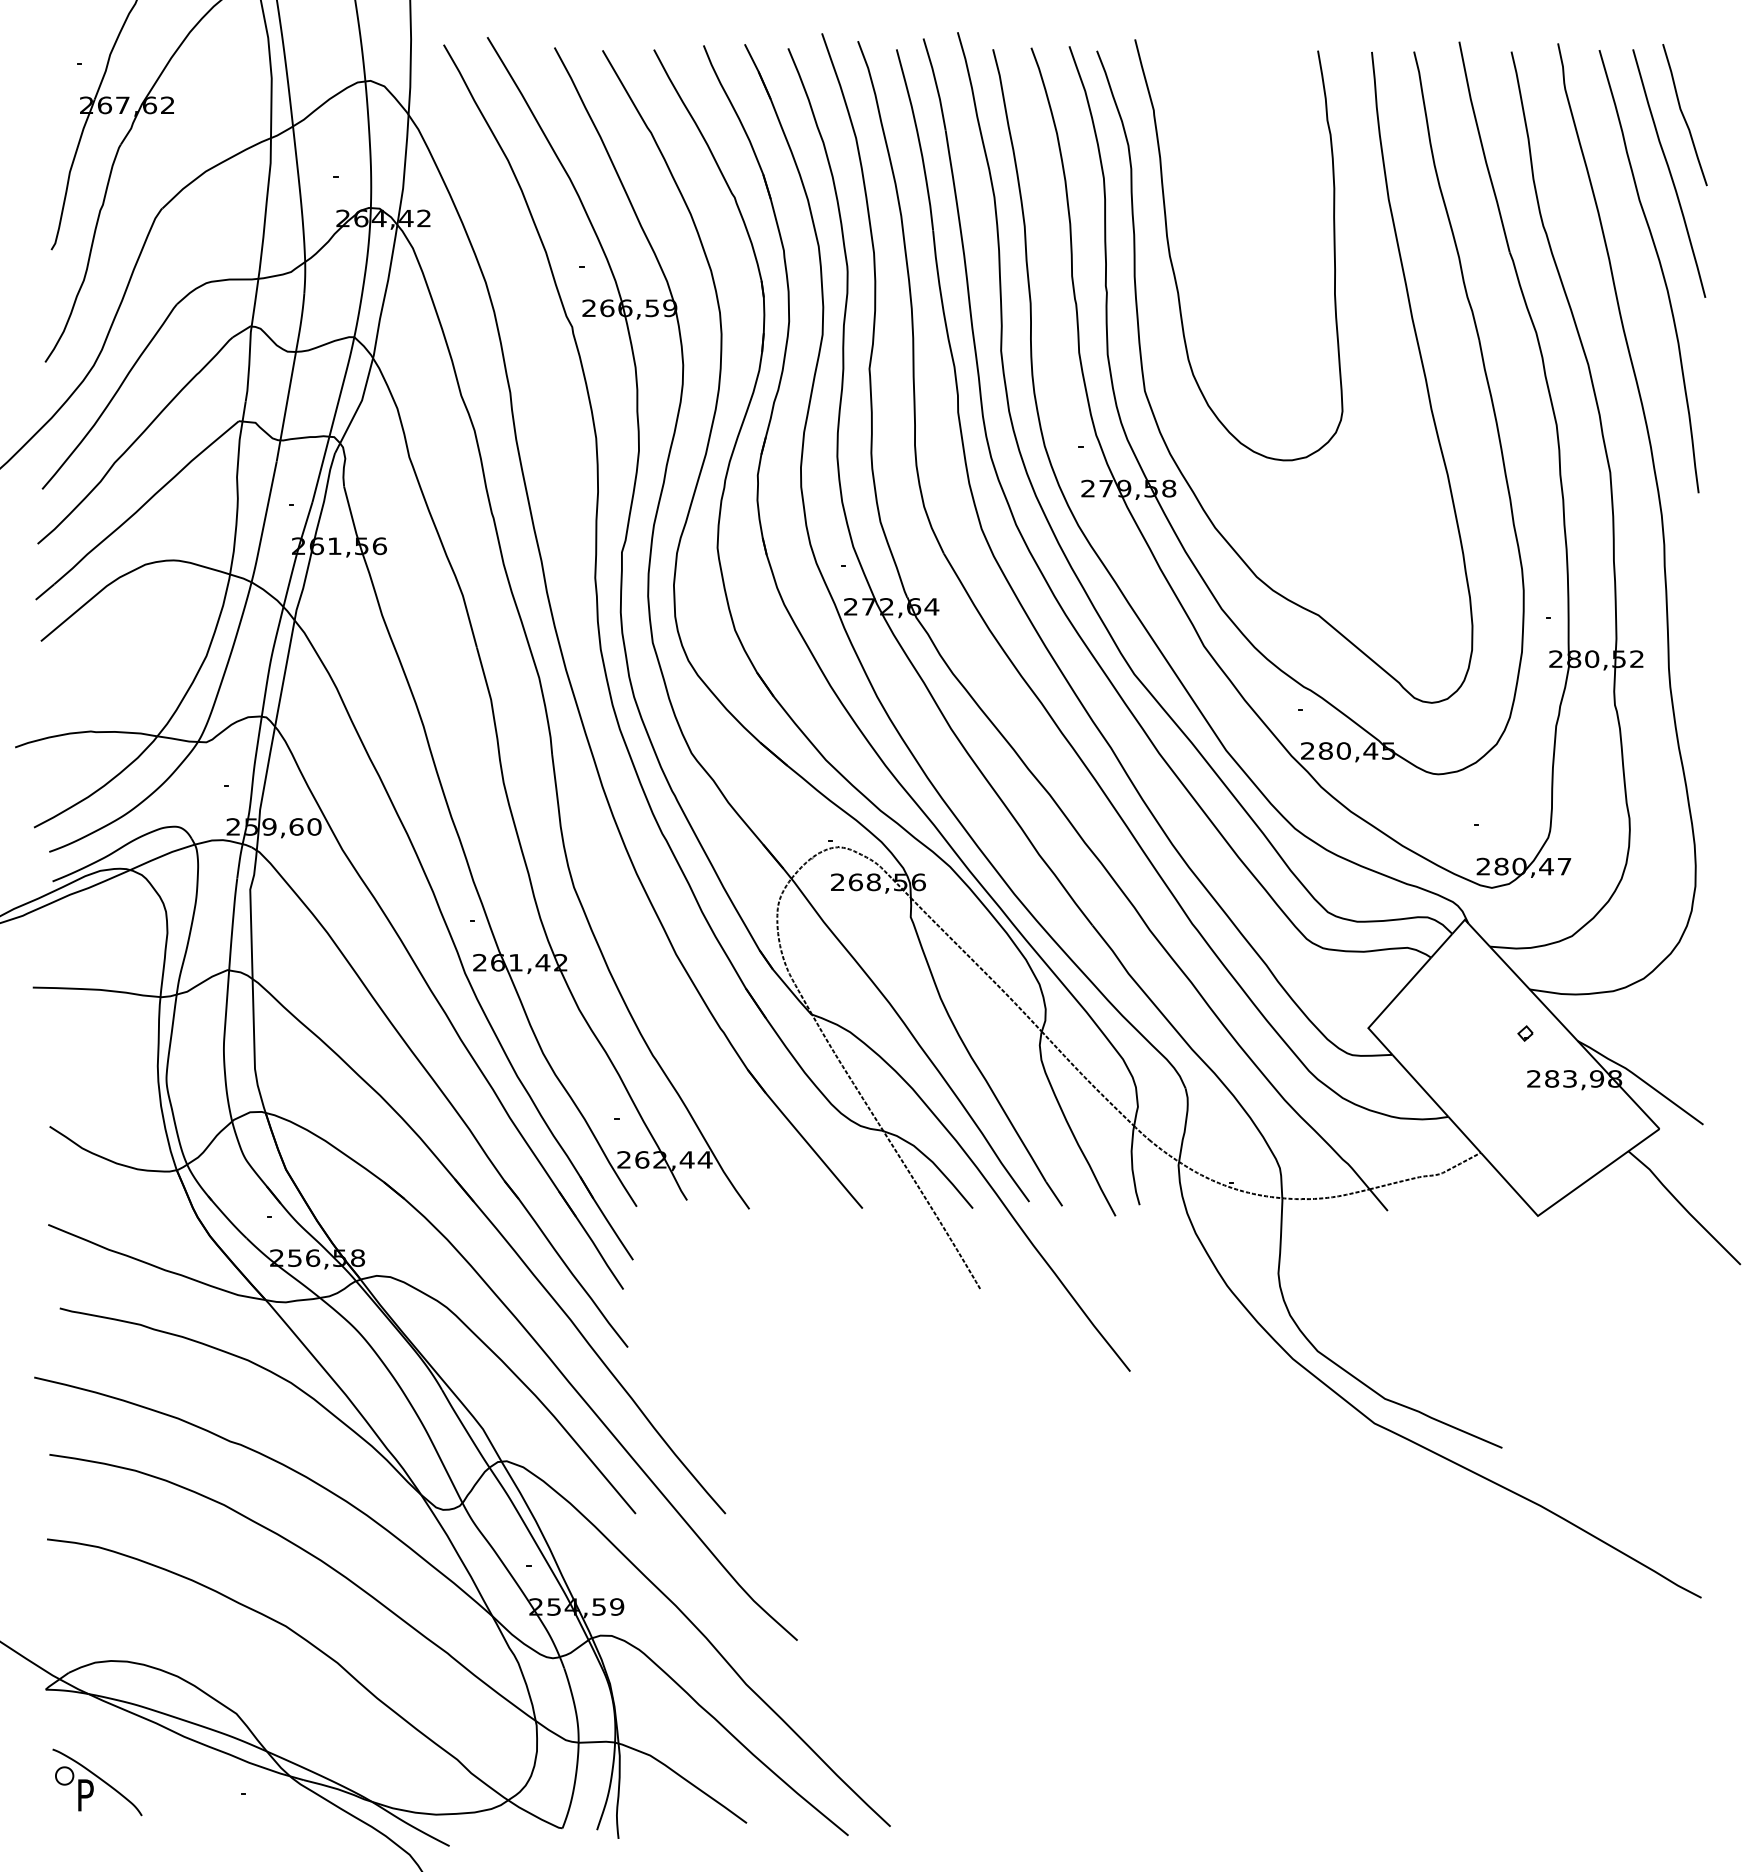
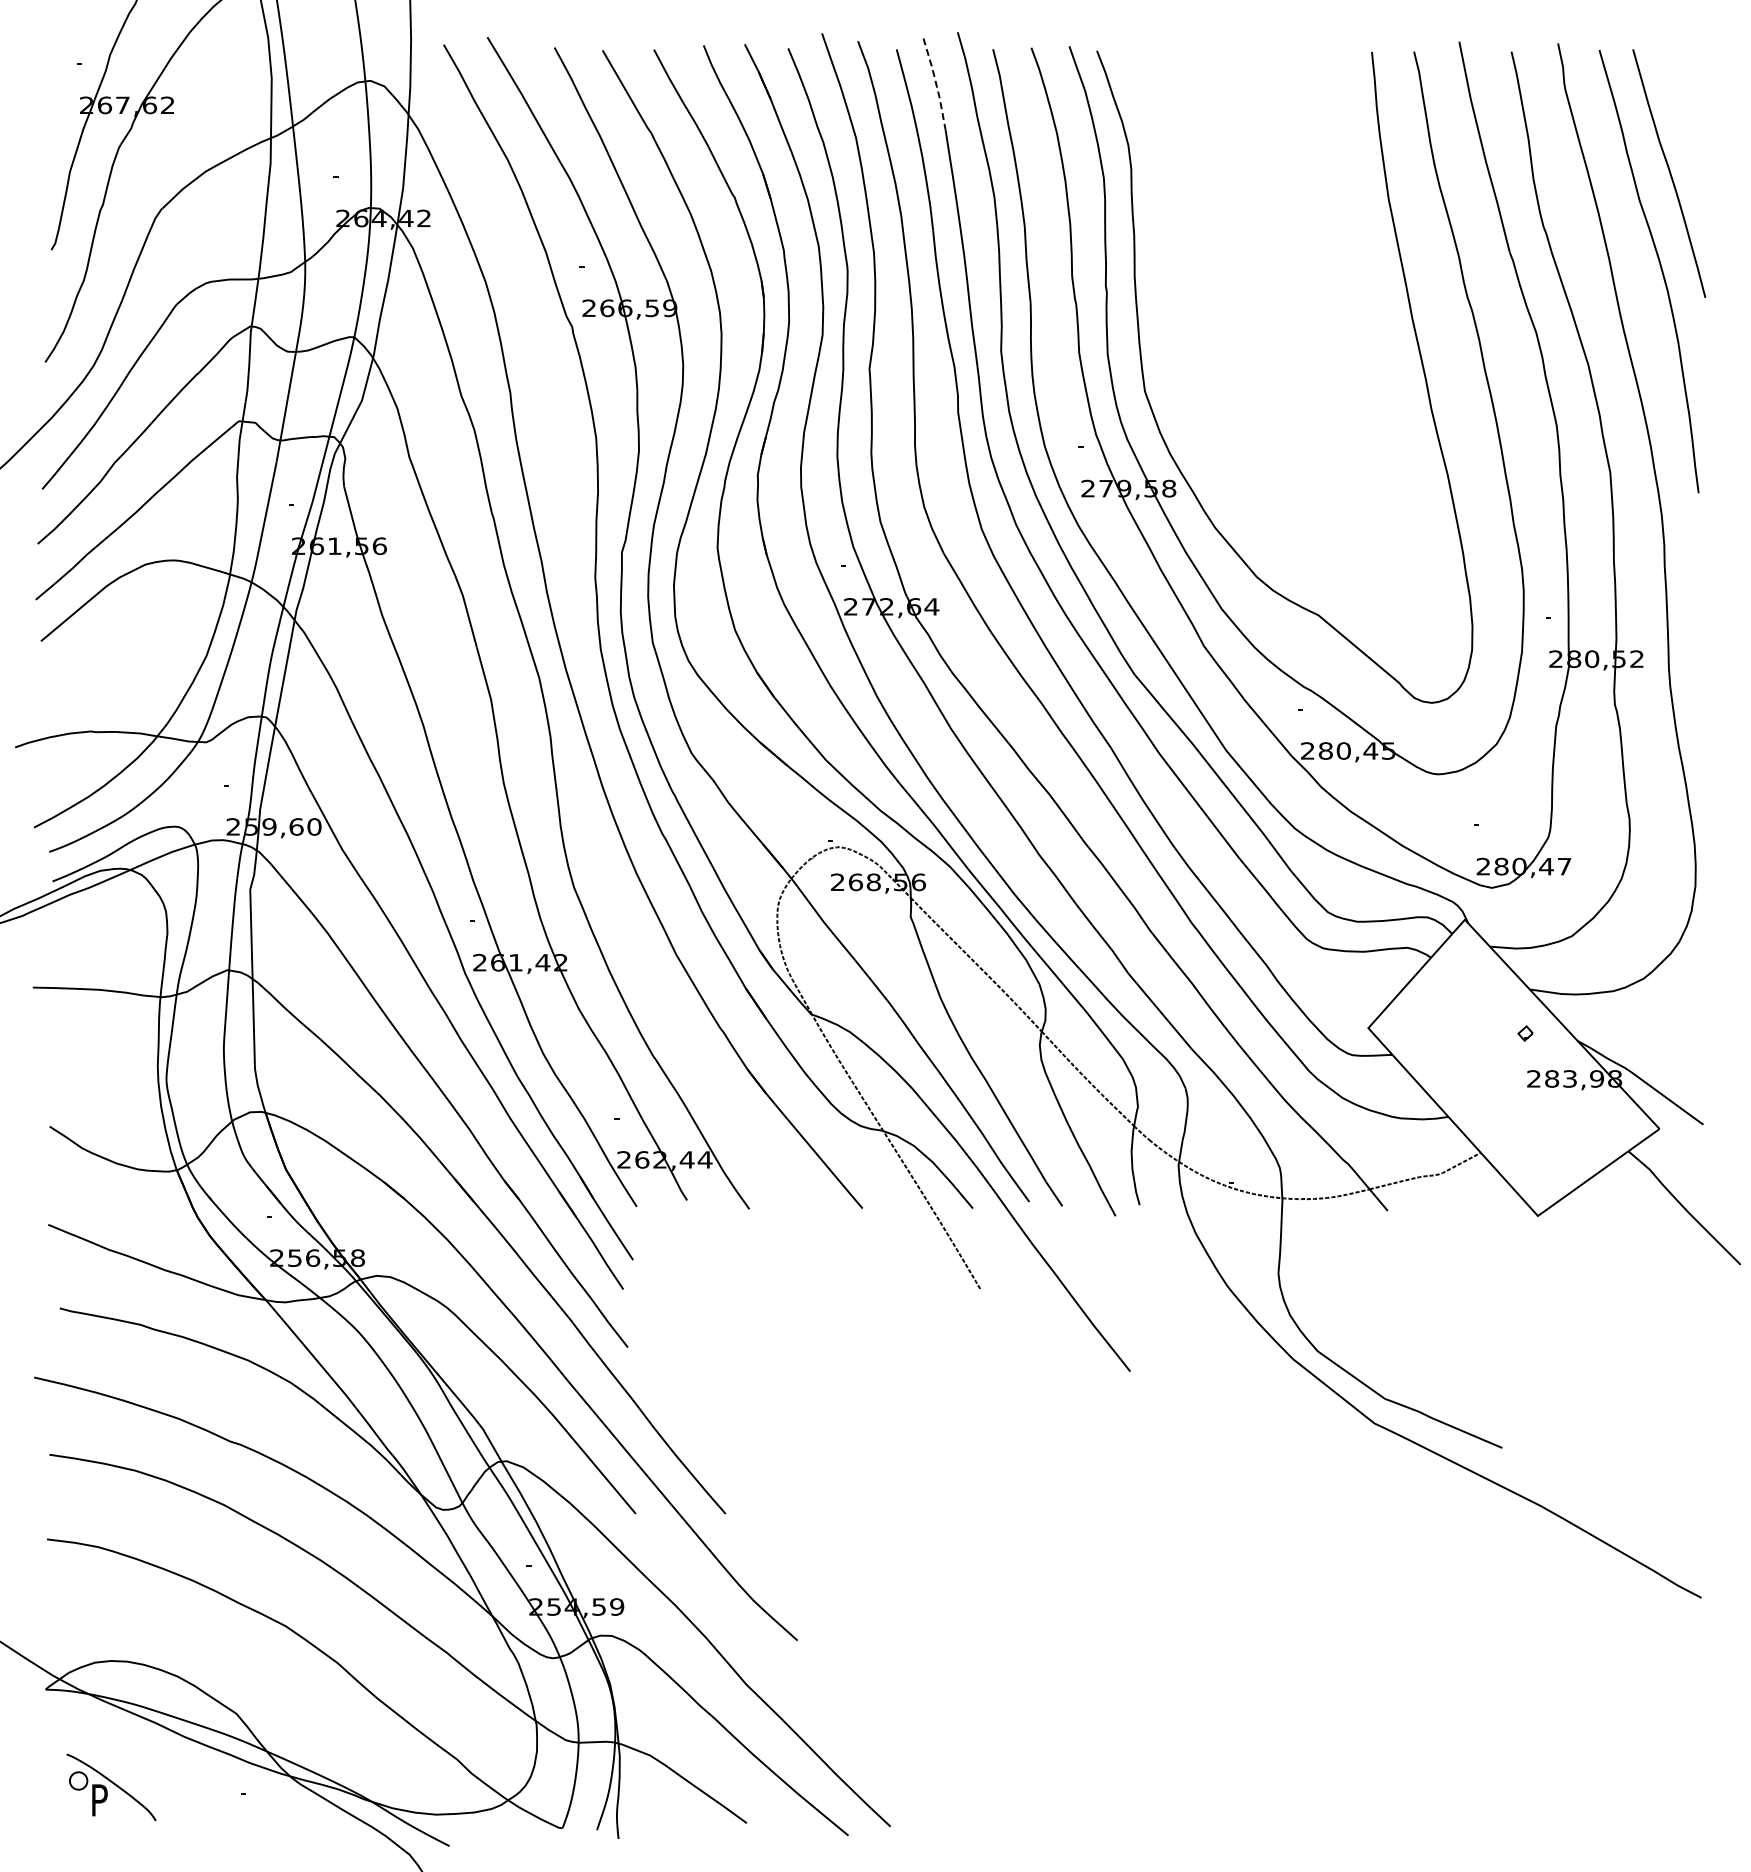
line at (936, 83): solid -> dashed
curve at (1684, 115): present -> none
curve at (1172, 261): present -> none
part at (97, 1782) position: (97, 1782) -> (111, 1787)
